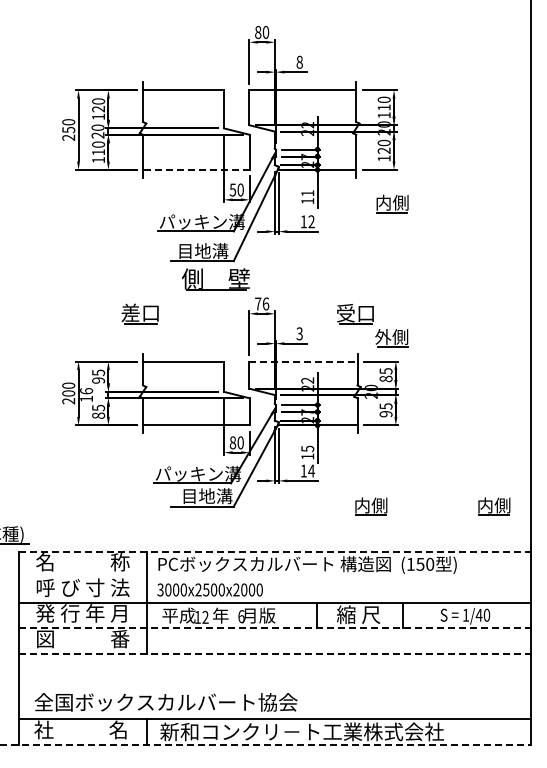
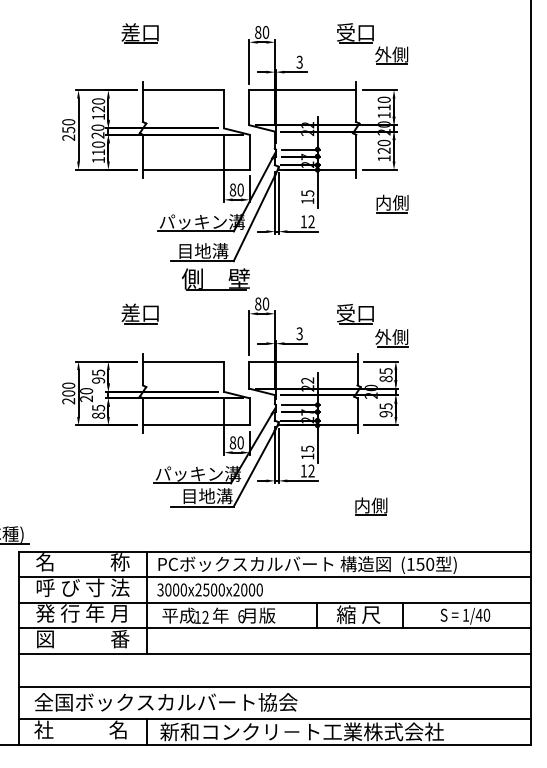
part at (139, 33): none -> present
part at (372, 43): none -> present
text at (299, 61): 8 -> 3
line at (195, 170): dashed -> solid
text at (232, 189): 50 -> 80
text at (307, 193): 11 -> 15
text at (262, 303): 76 -> 80
line at (303, 361): dashed -> solid
text at (86, 395): 16 -> 20
text at (311, 470): 14 -> 12
part at (494, 506): present -> none
line at (274, 551): dashed -> solid
line at (274, 577): none -> present
line at (274, 628): dashed -> solid
line at (274, 653): dashed -> solid
line at (274, 686): none -> present
line at (265, 744): dashed -> solid
